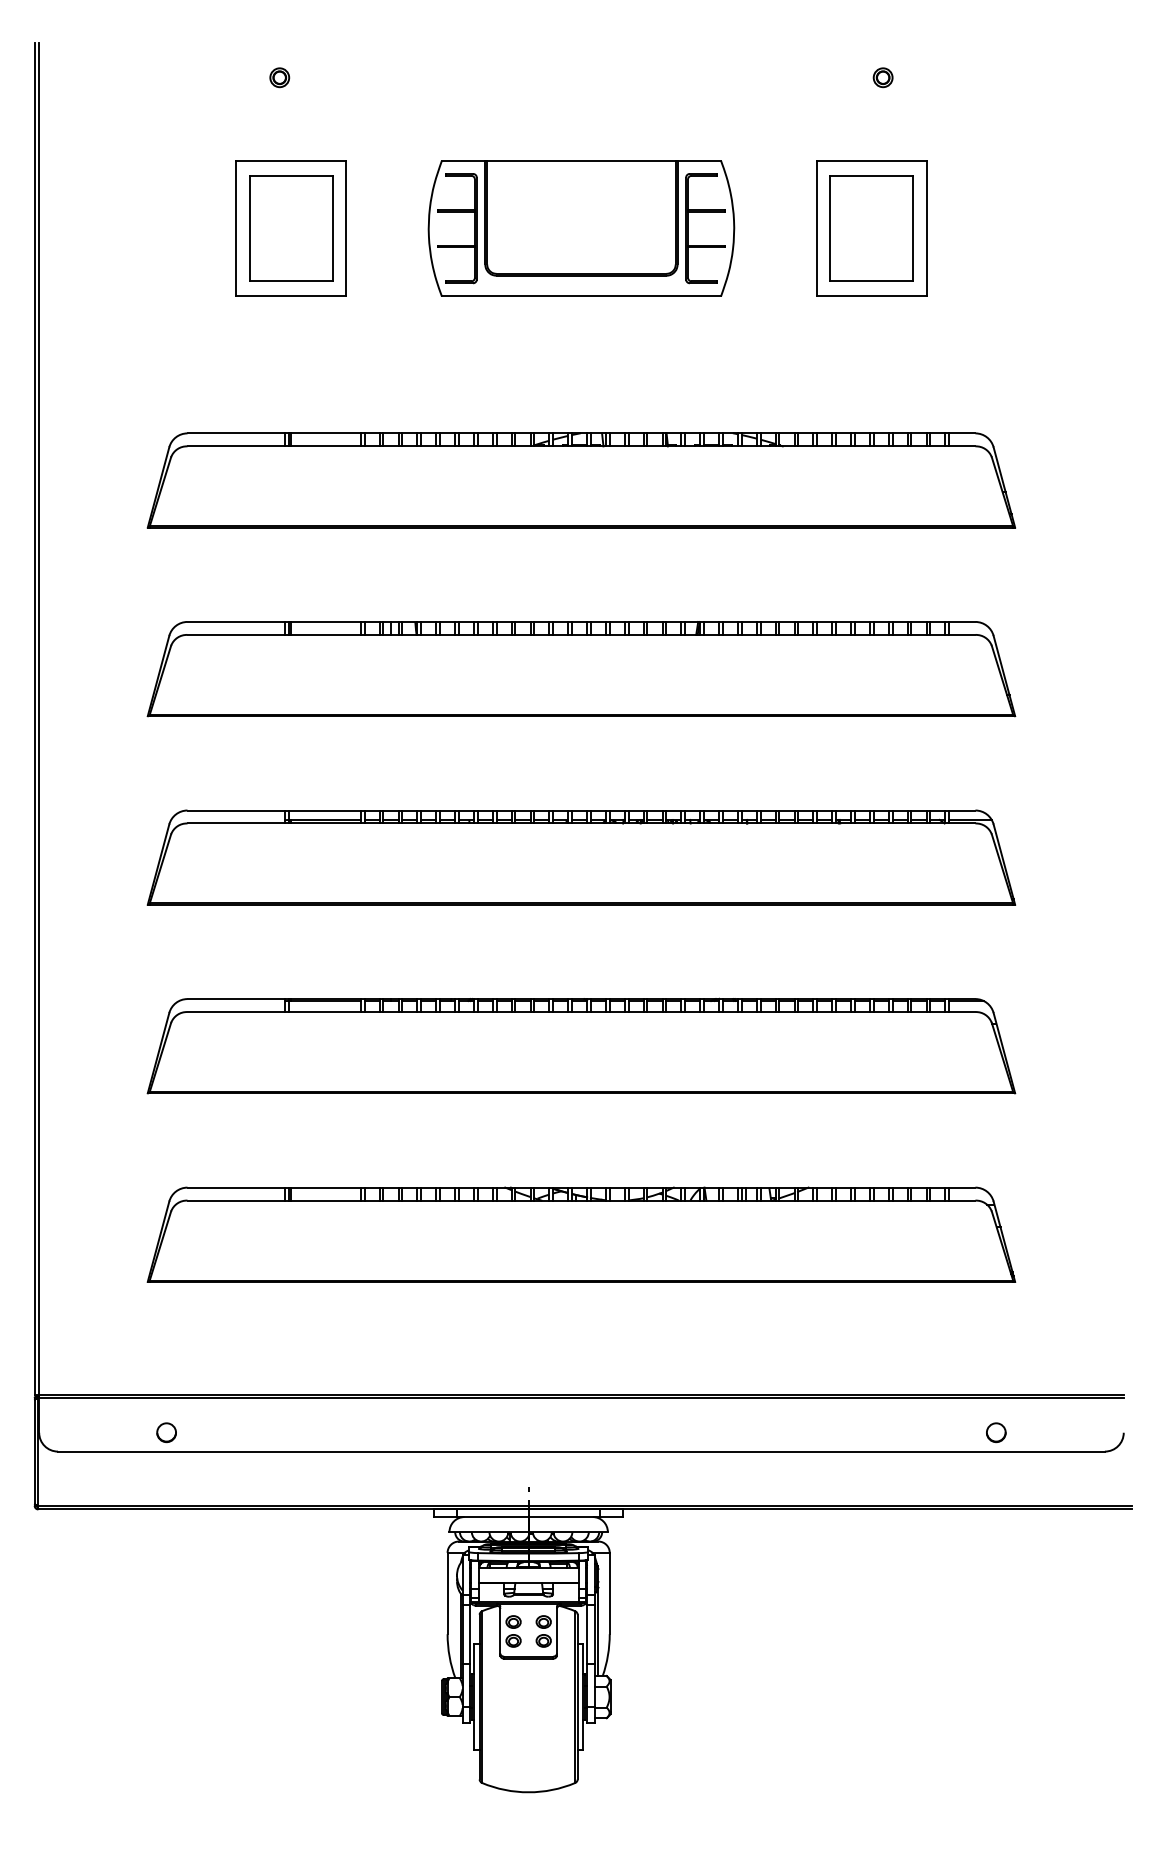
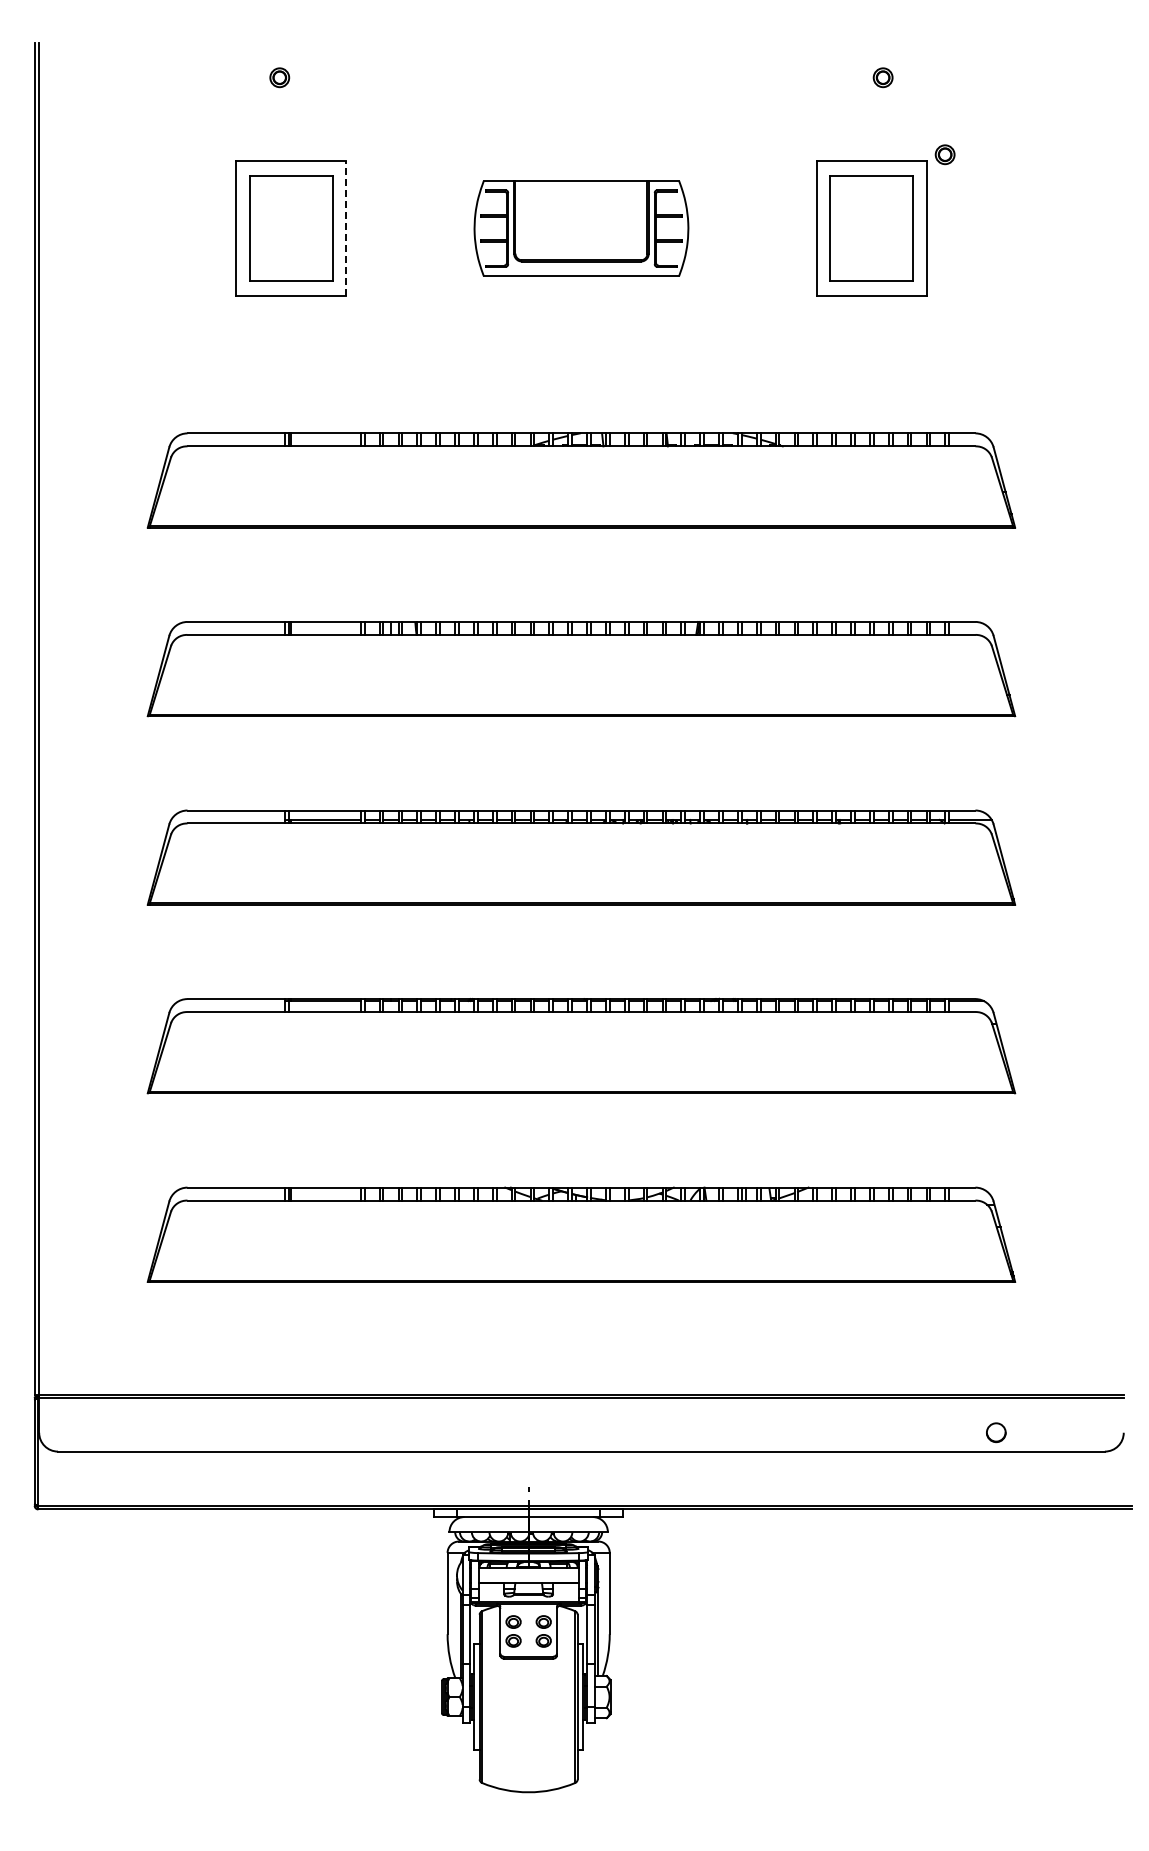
part at (944, 154): none -> present
line at (345, 228): solid -> dashed
part at (581, 228) size: 309x137 px -> 217x97 px
part at (166, 1432): present -> none
